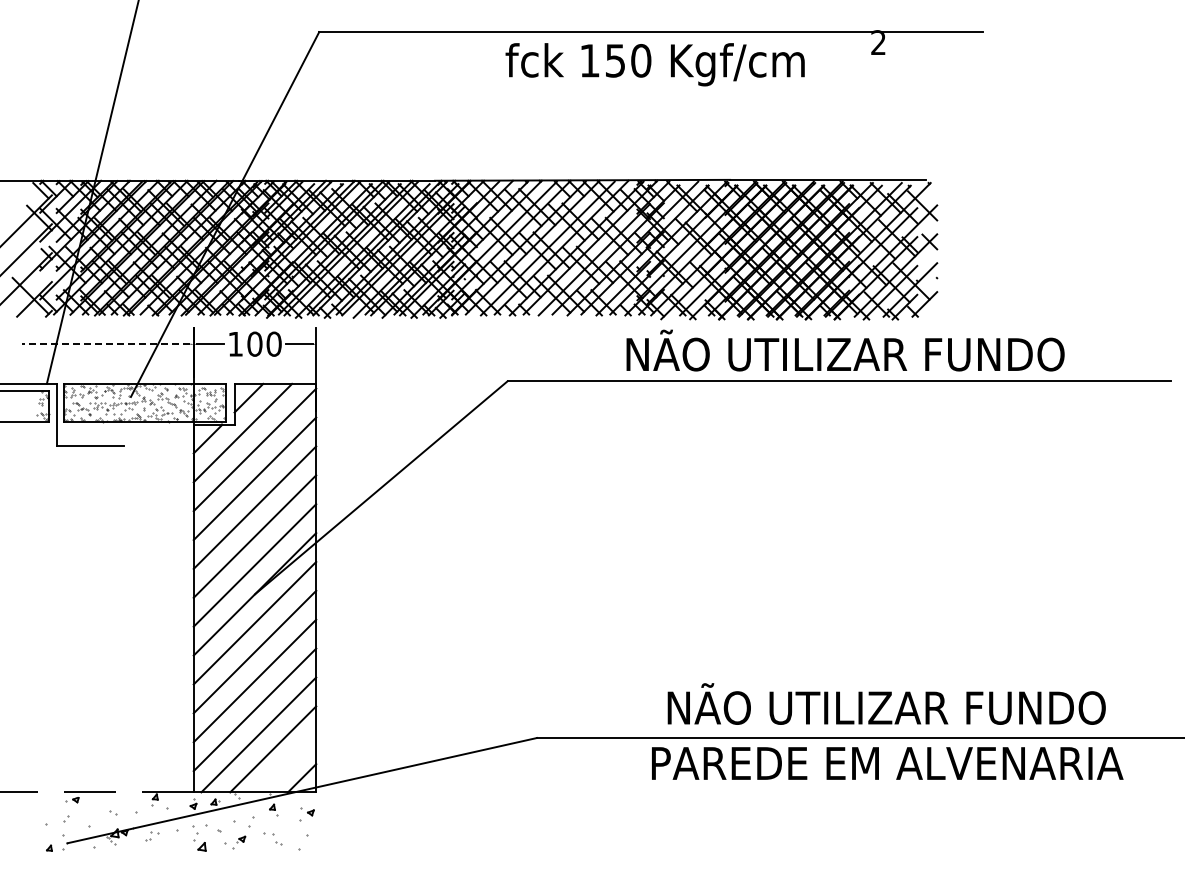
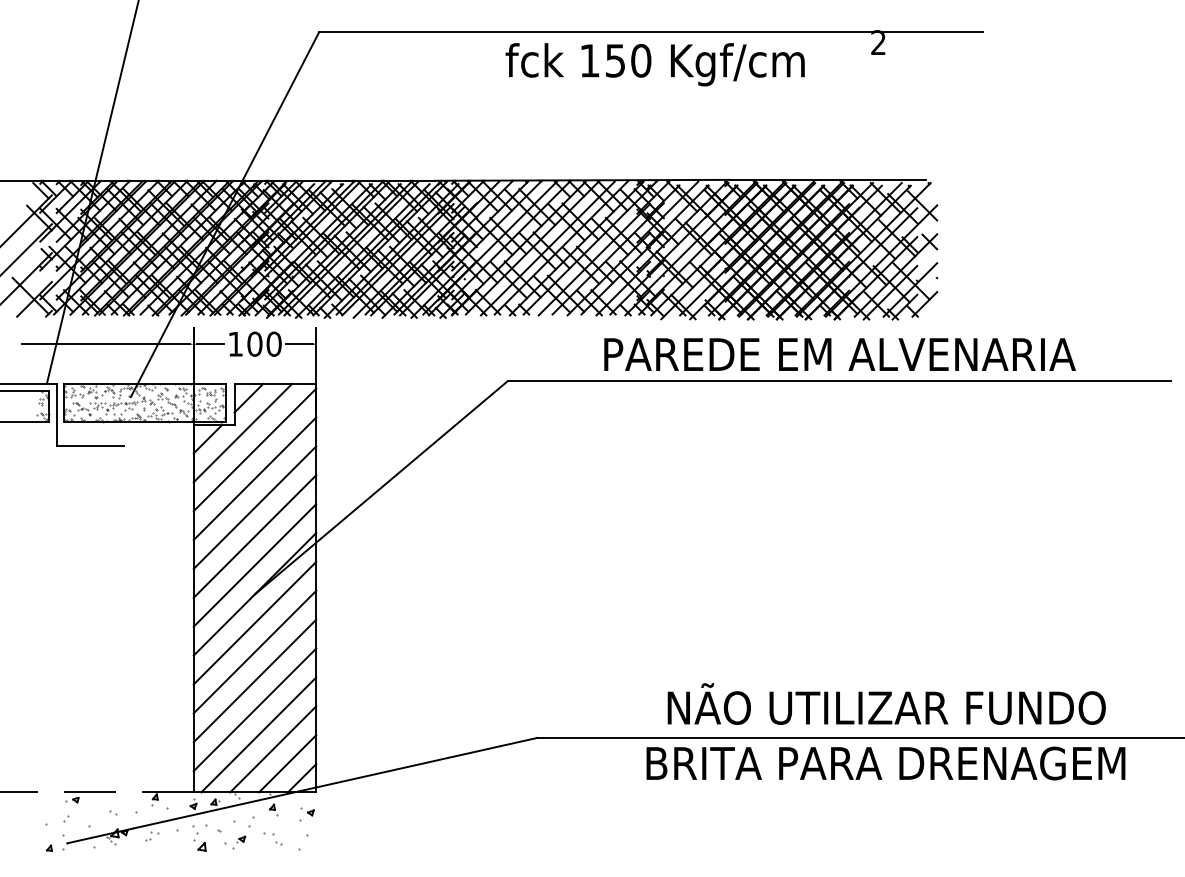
line at (106, 344): dashed -> solid
text at (839, 350): NÃO UTILIZAR FUNDO -> PAREDE EM ALVENARIA
line at (287, 763): none -> present
text at (885, 763): PAREDE EM ALVENARIA -> BRITA PARA DRENAGEM
